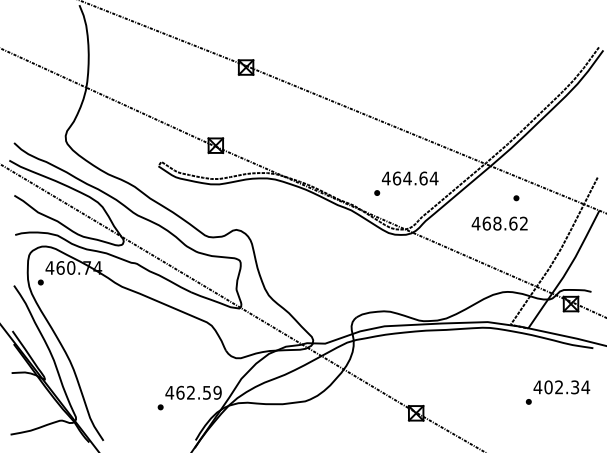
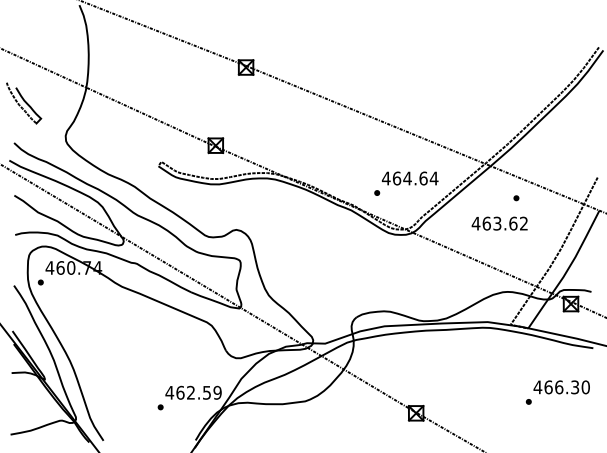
part at (24, 103): none -> present
text at (497, 223): 468.62 -> 463.62
text at (567, 387): 402.34 -> 466.30
